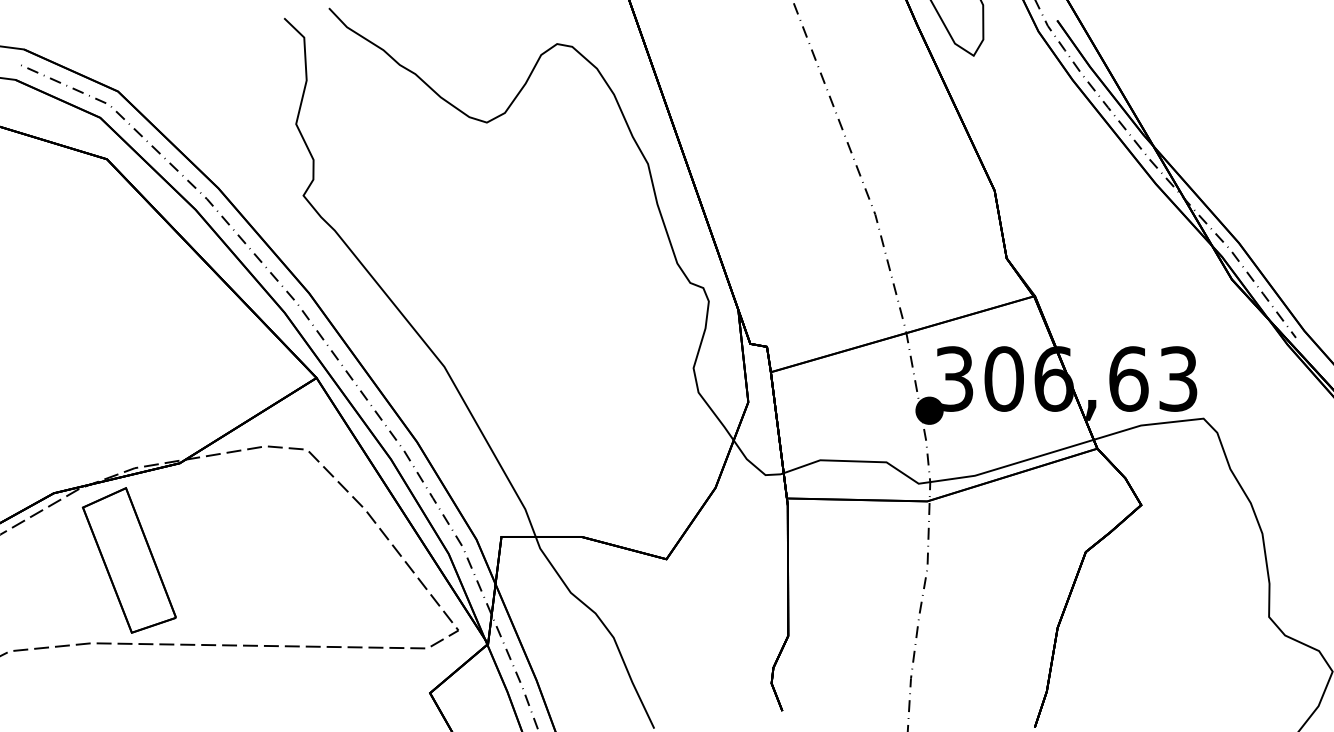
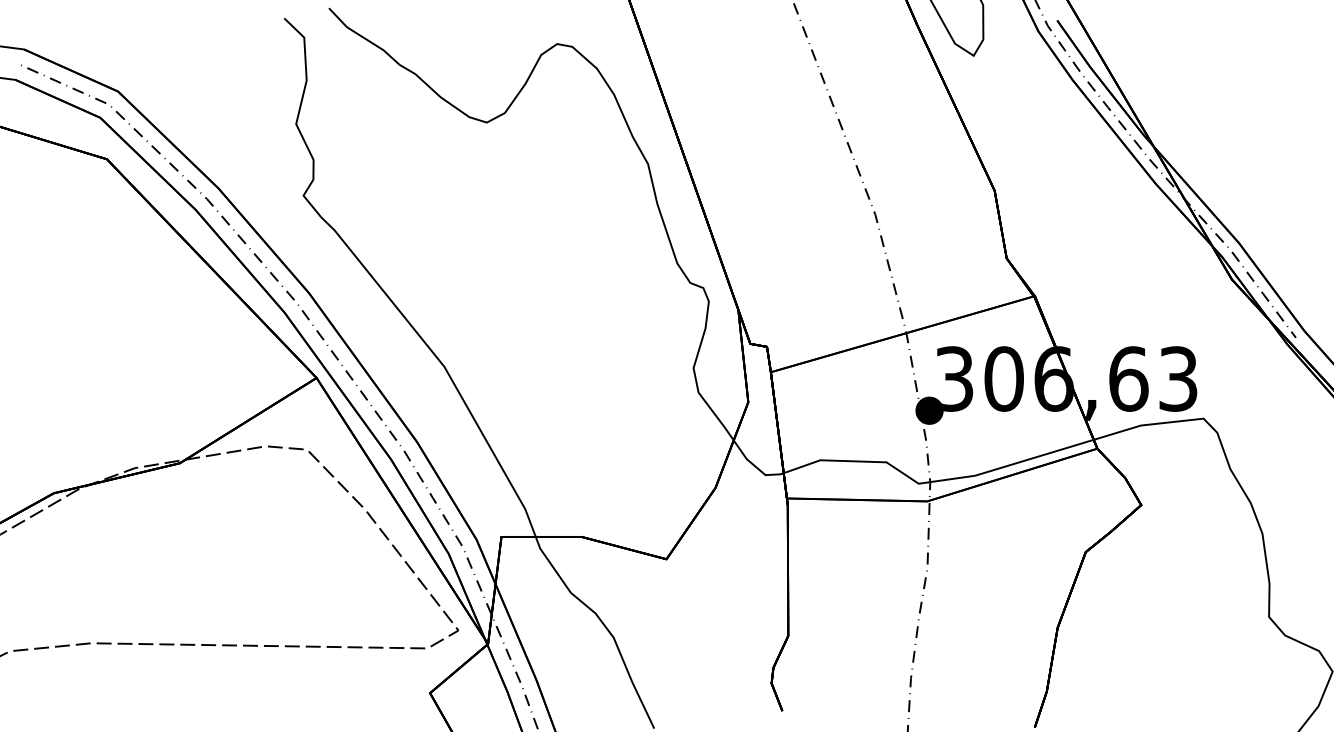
part at (128, 560): present -> none
